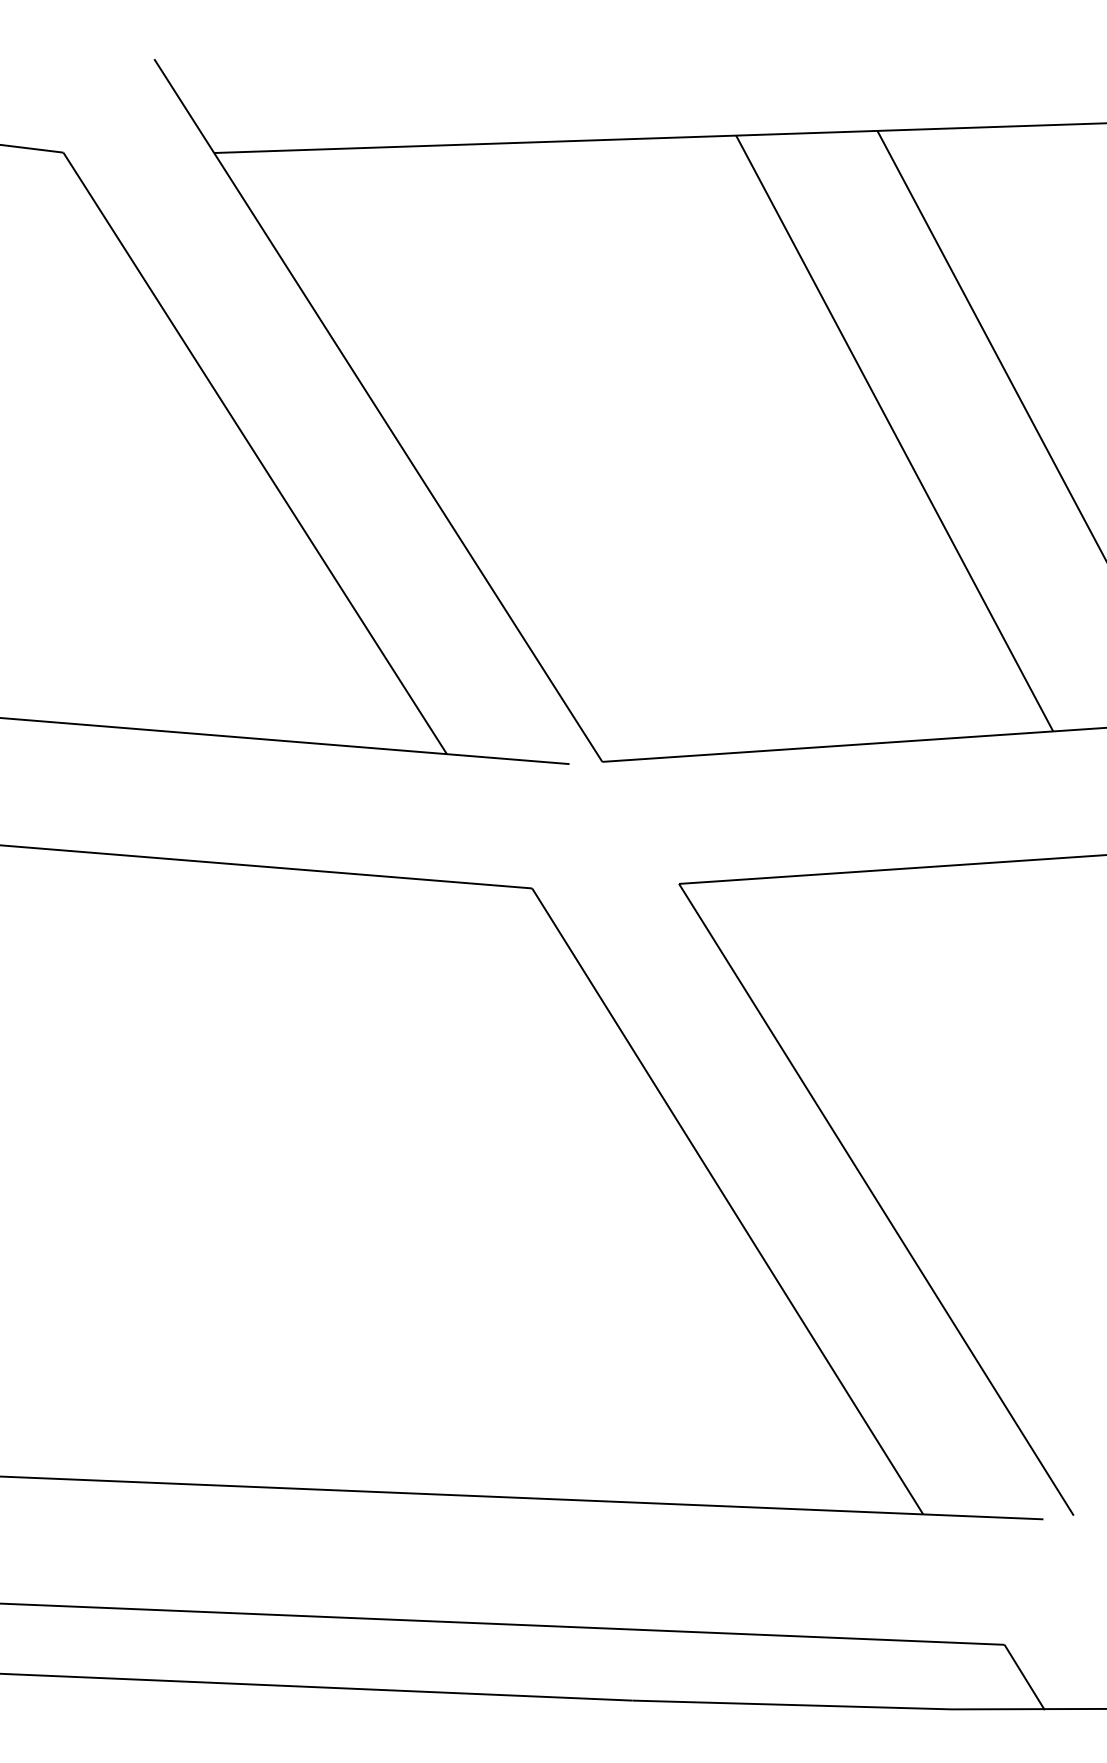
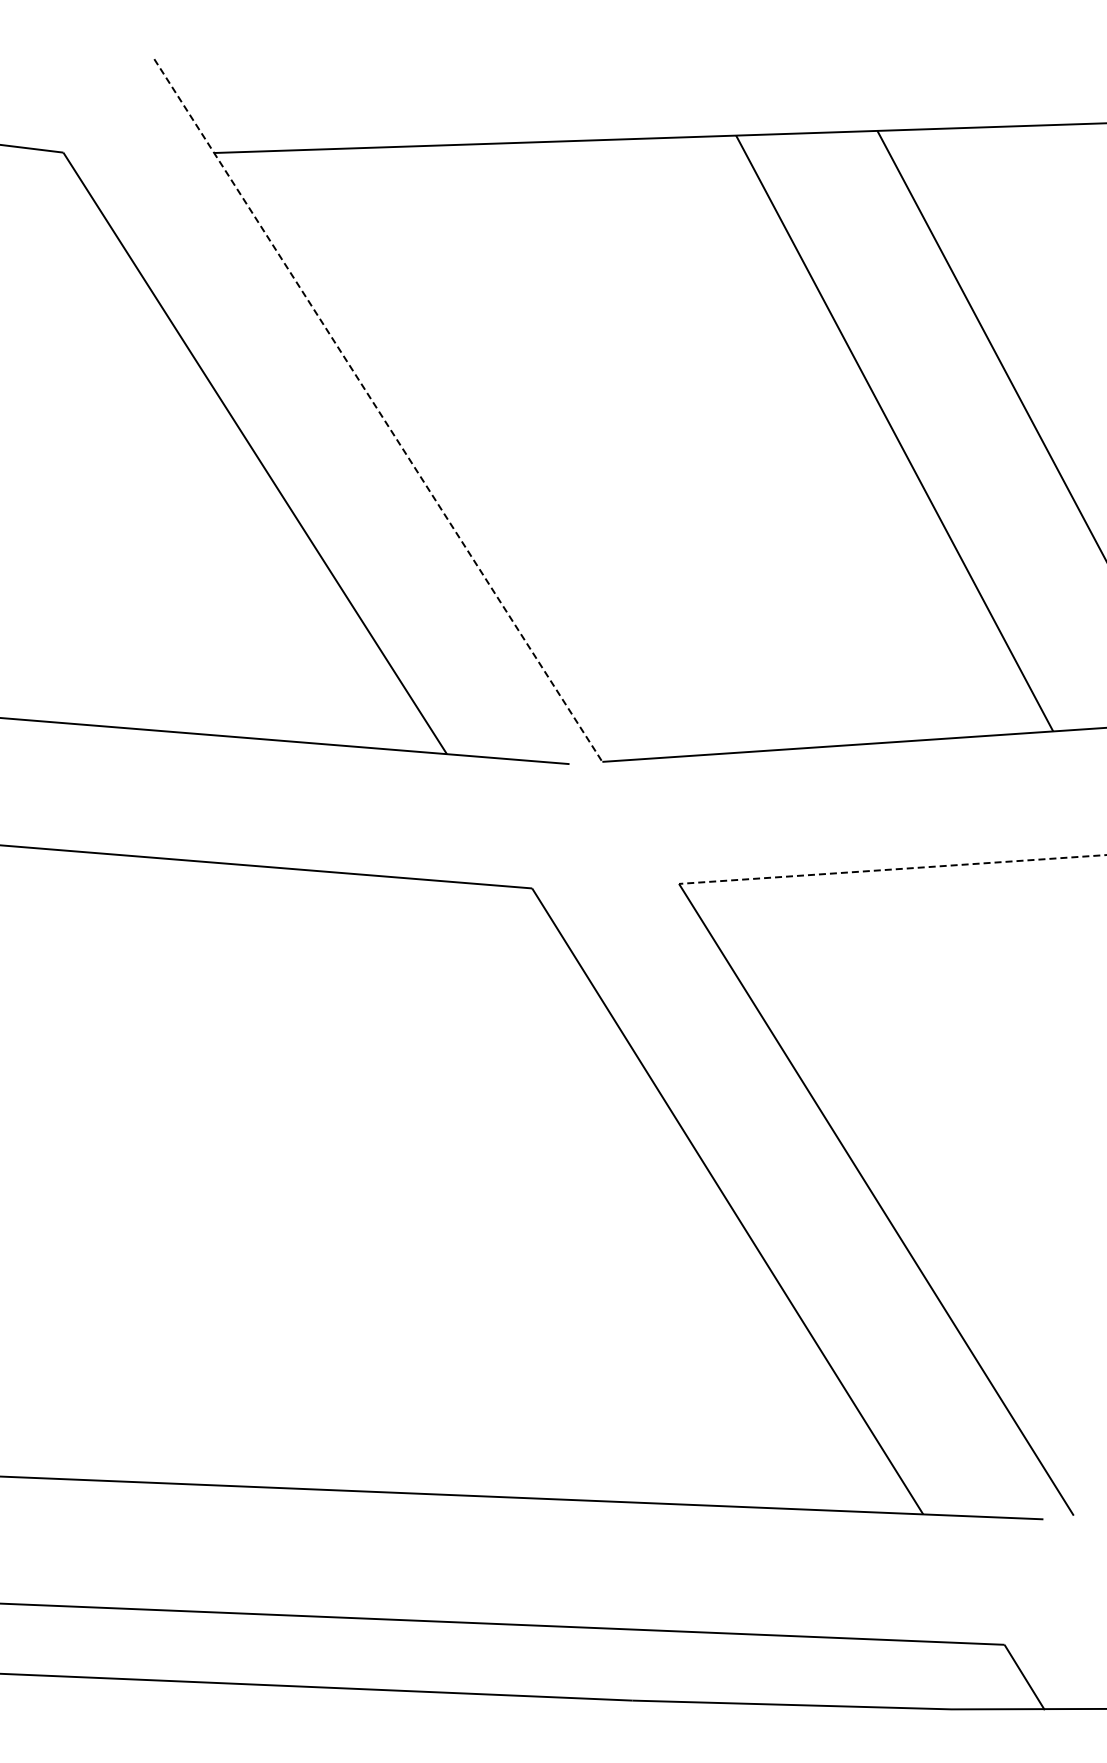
line at (378, 410): solid -> dashed
line at (892, 869): solid -> dashed
